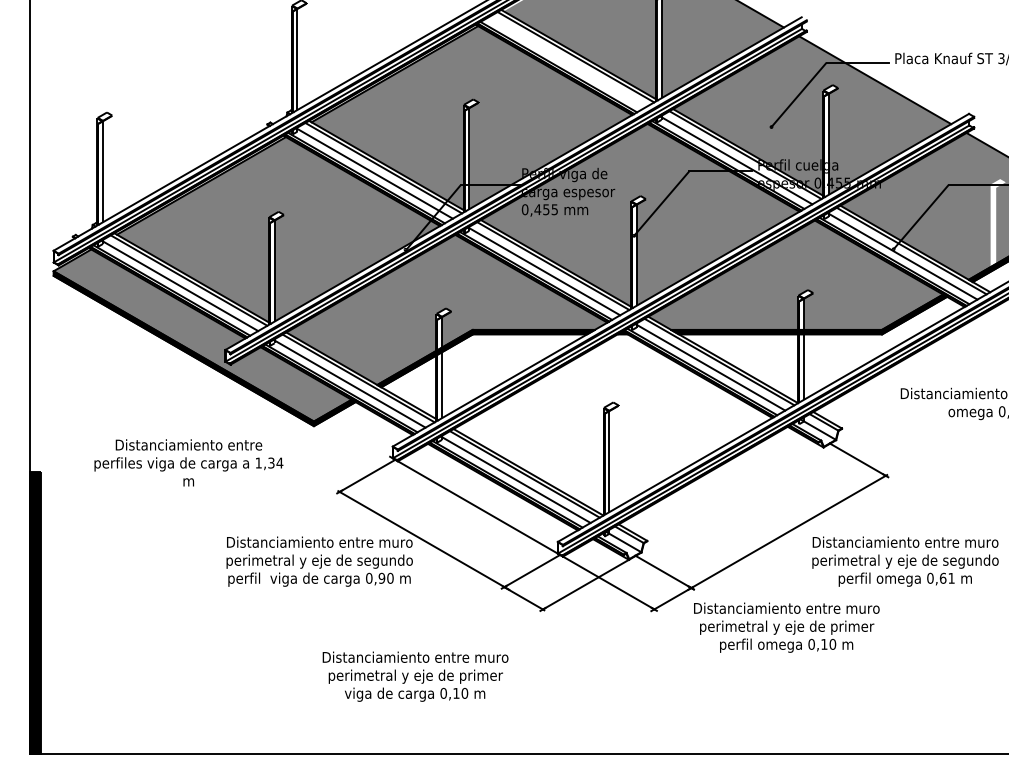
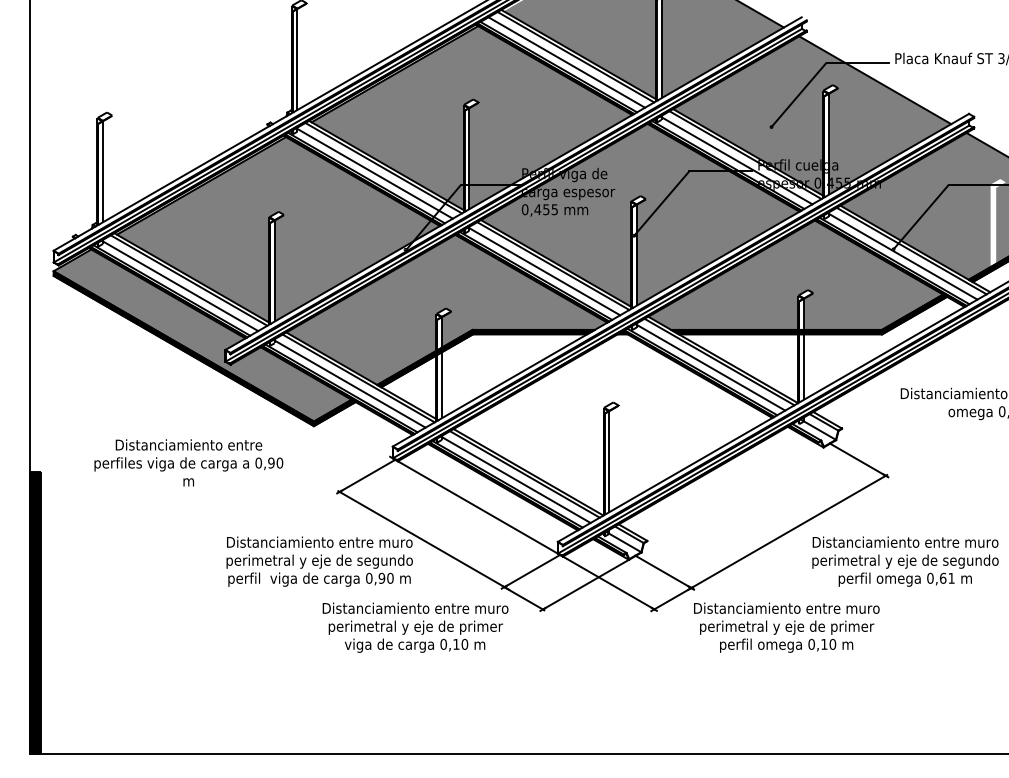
line at (566, 62): none -> present
text at (269, 462): 1,34 -> 0,90
text at (415, 676) position: (415, 676) -> (415, 627)
